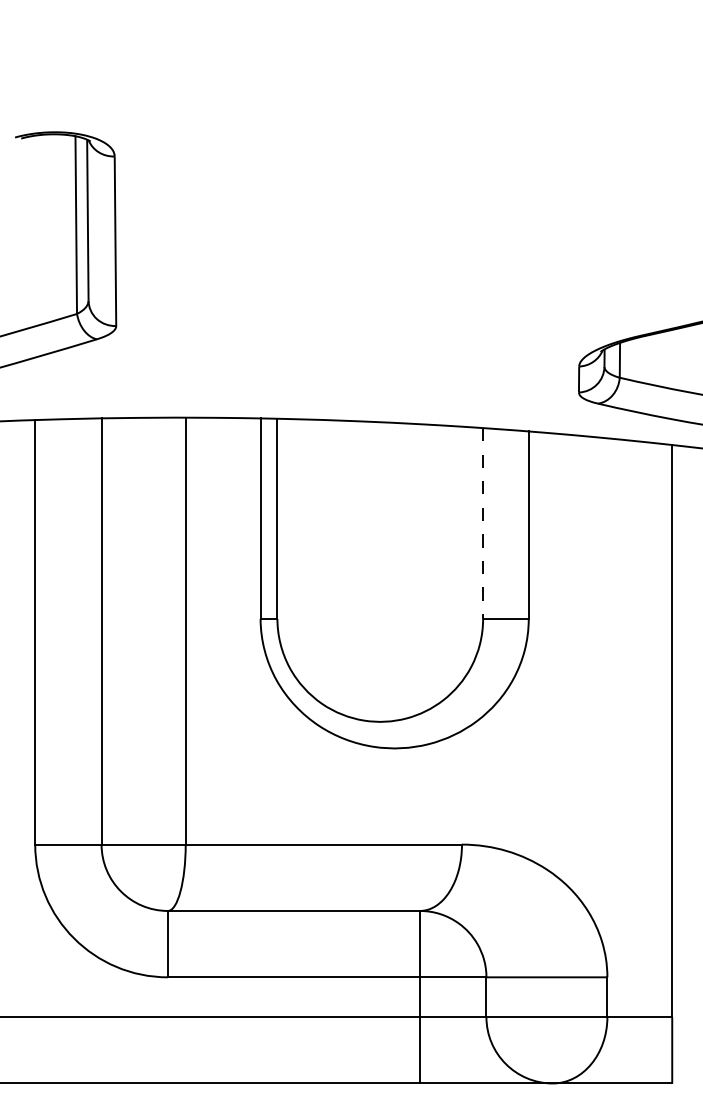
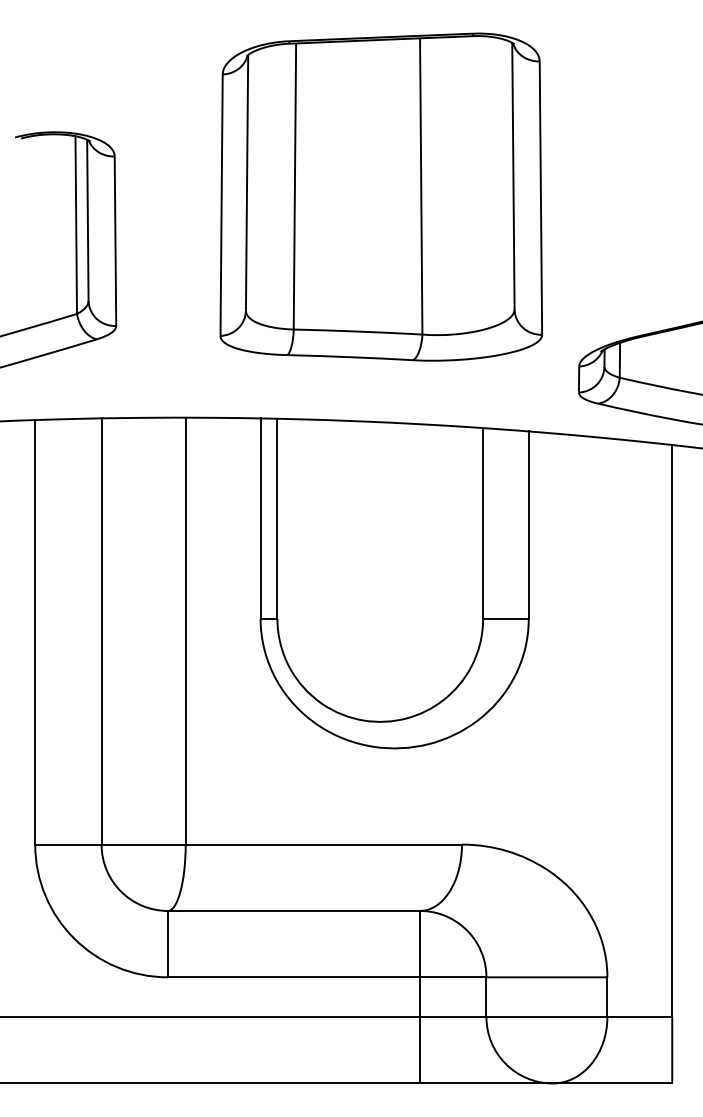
part at (381, 196): none -> present
line at (483, 524): dashed -> solid
